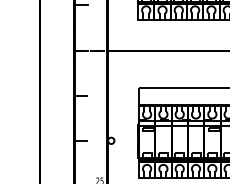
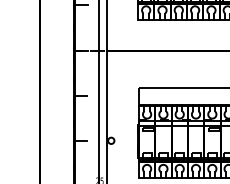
line at (108, 91) position: (108, 91) -> (99, 91)
